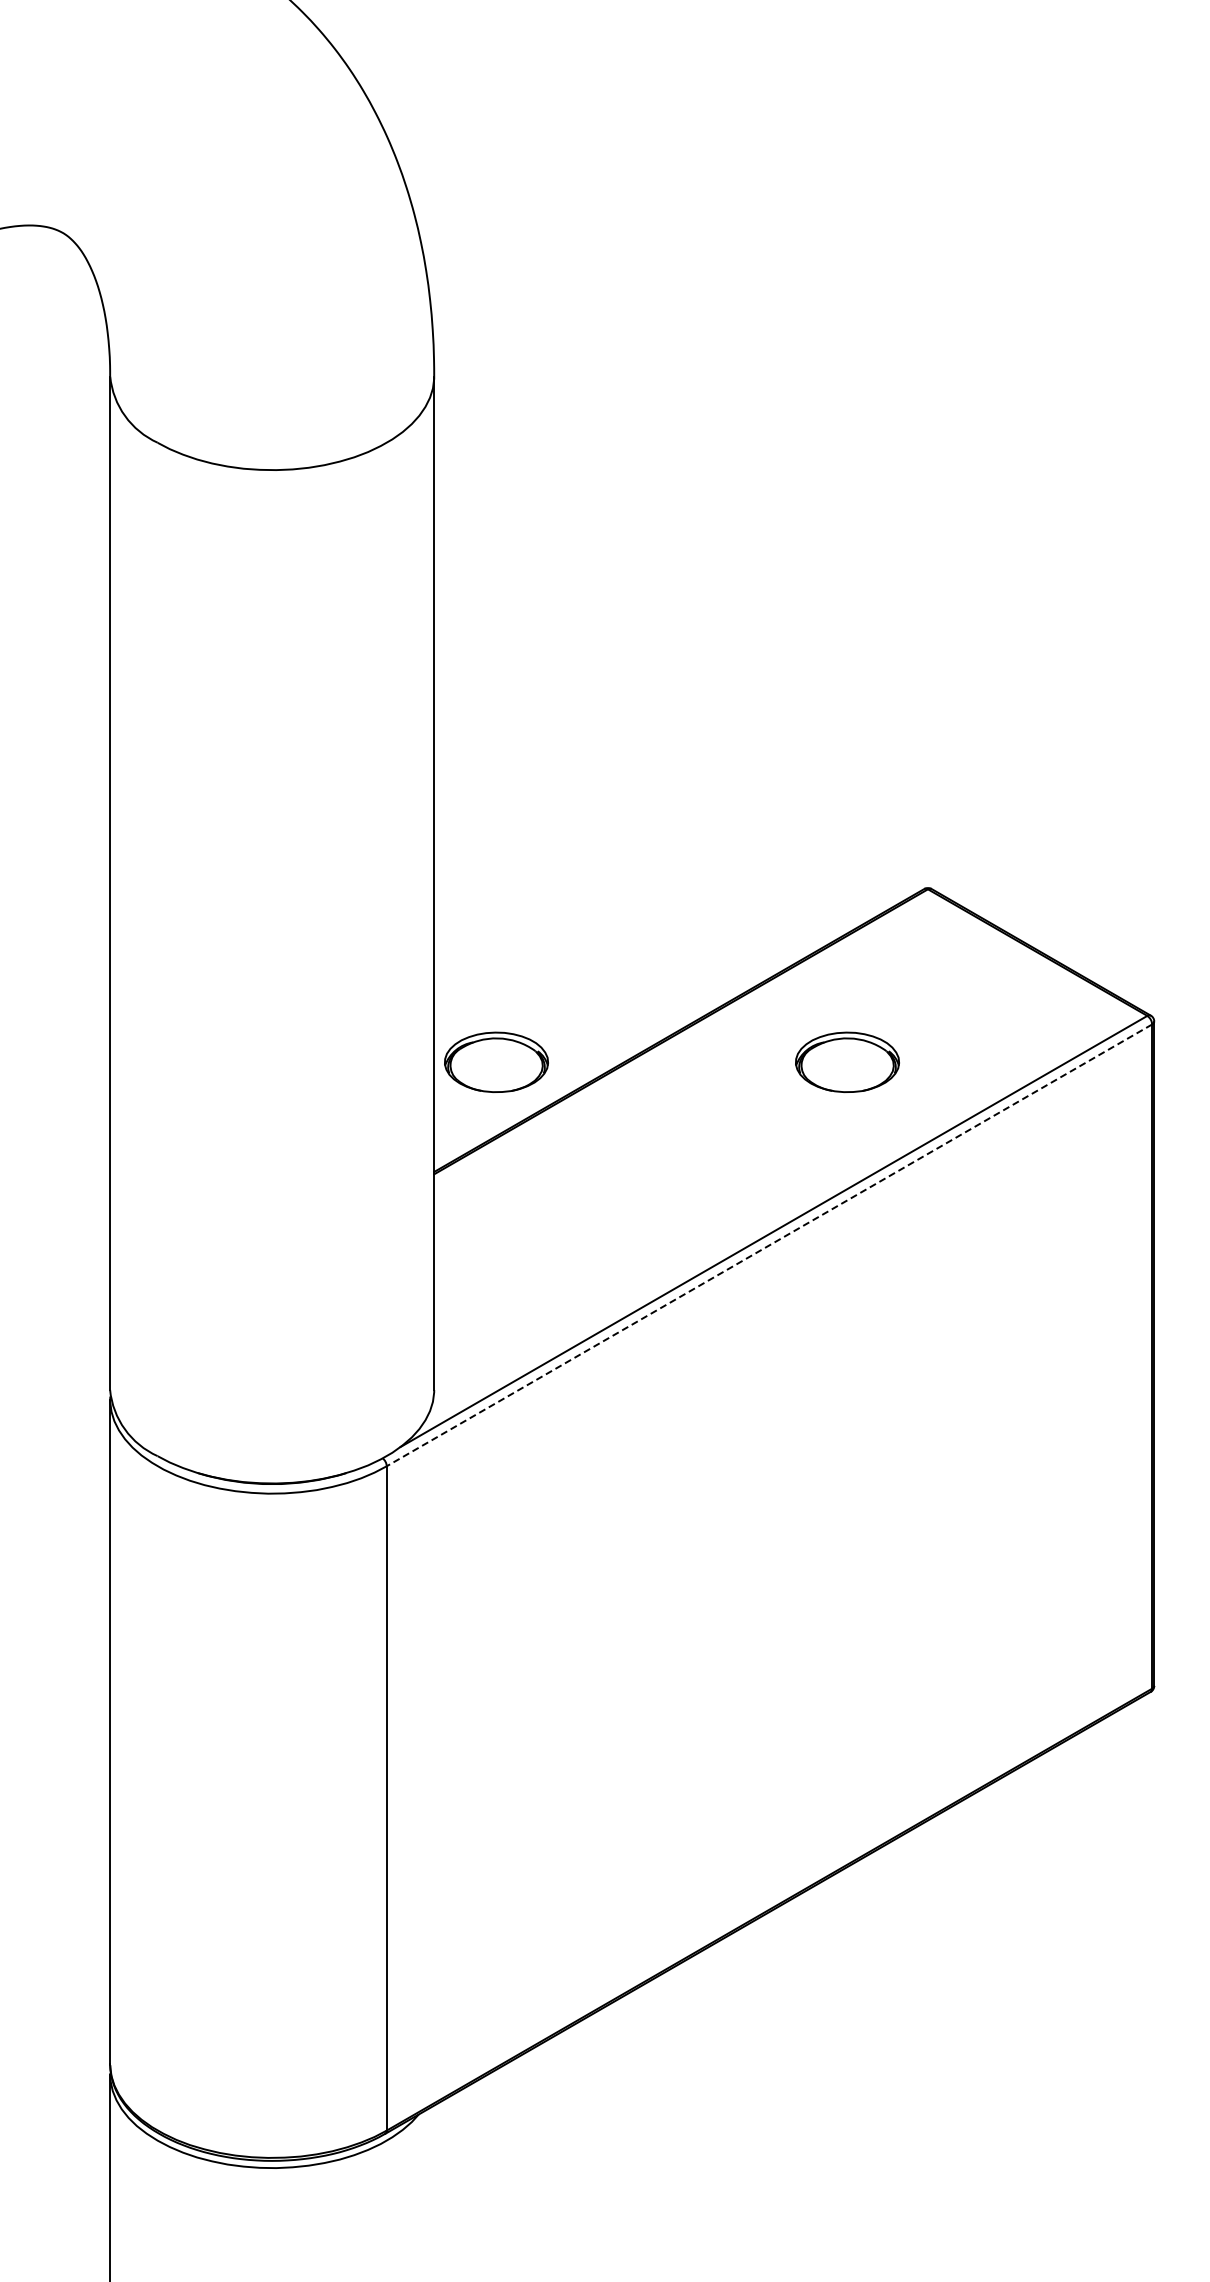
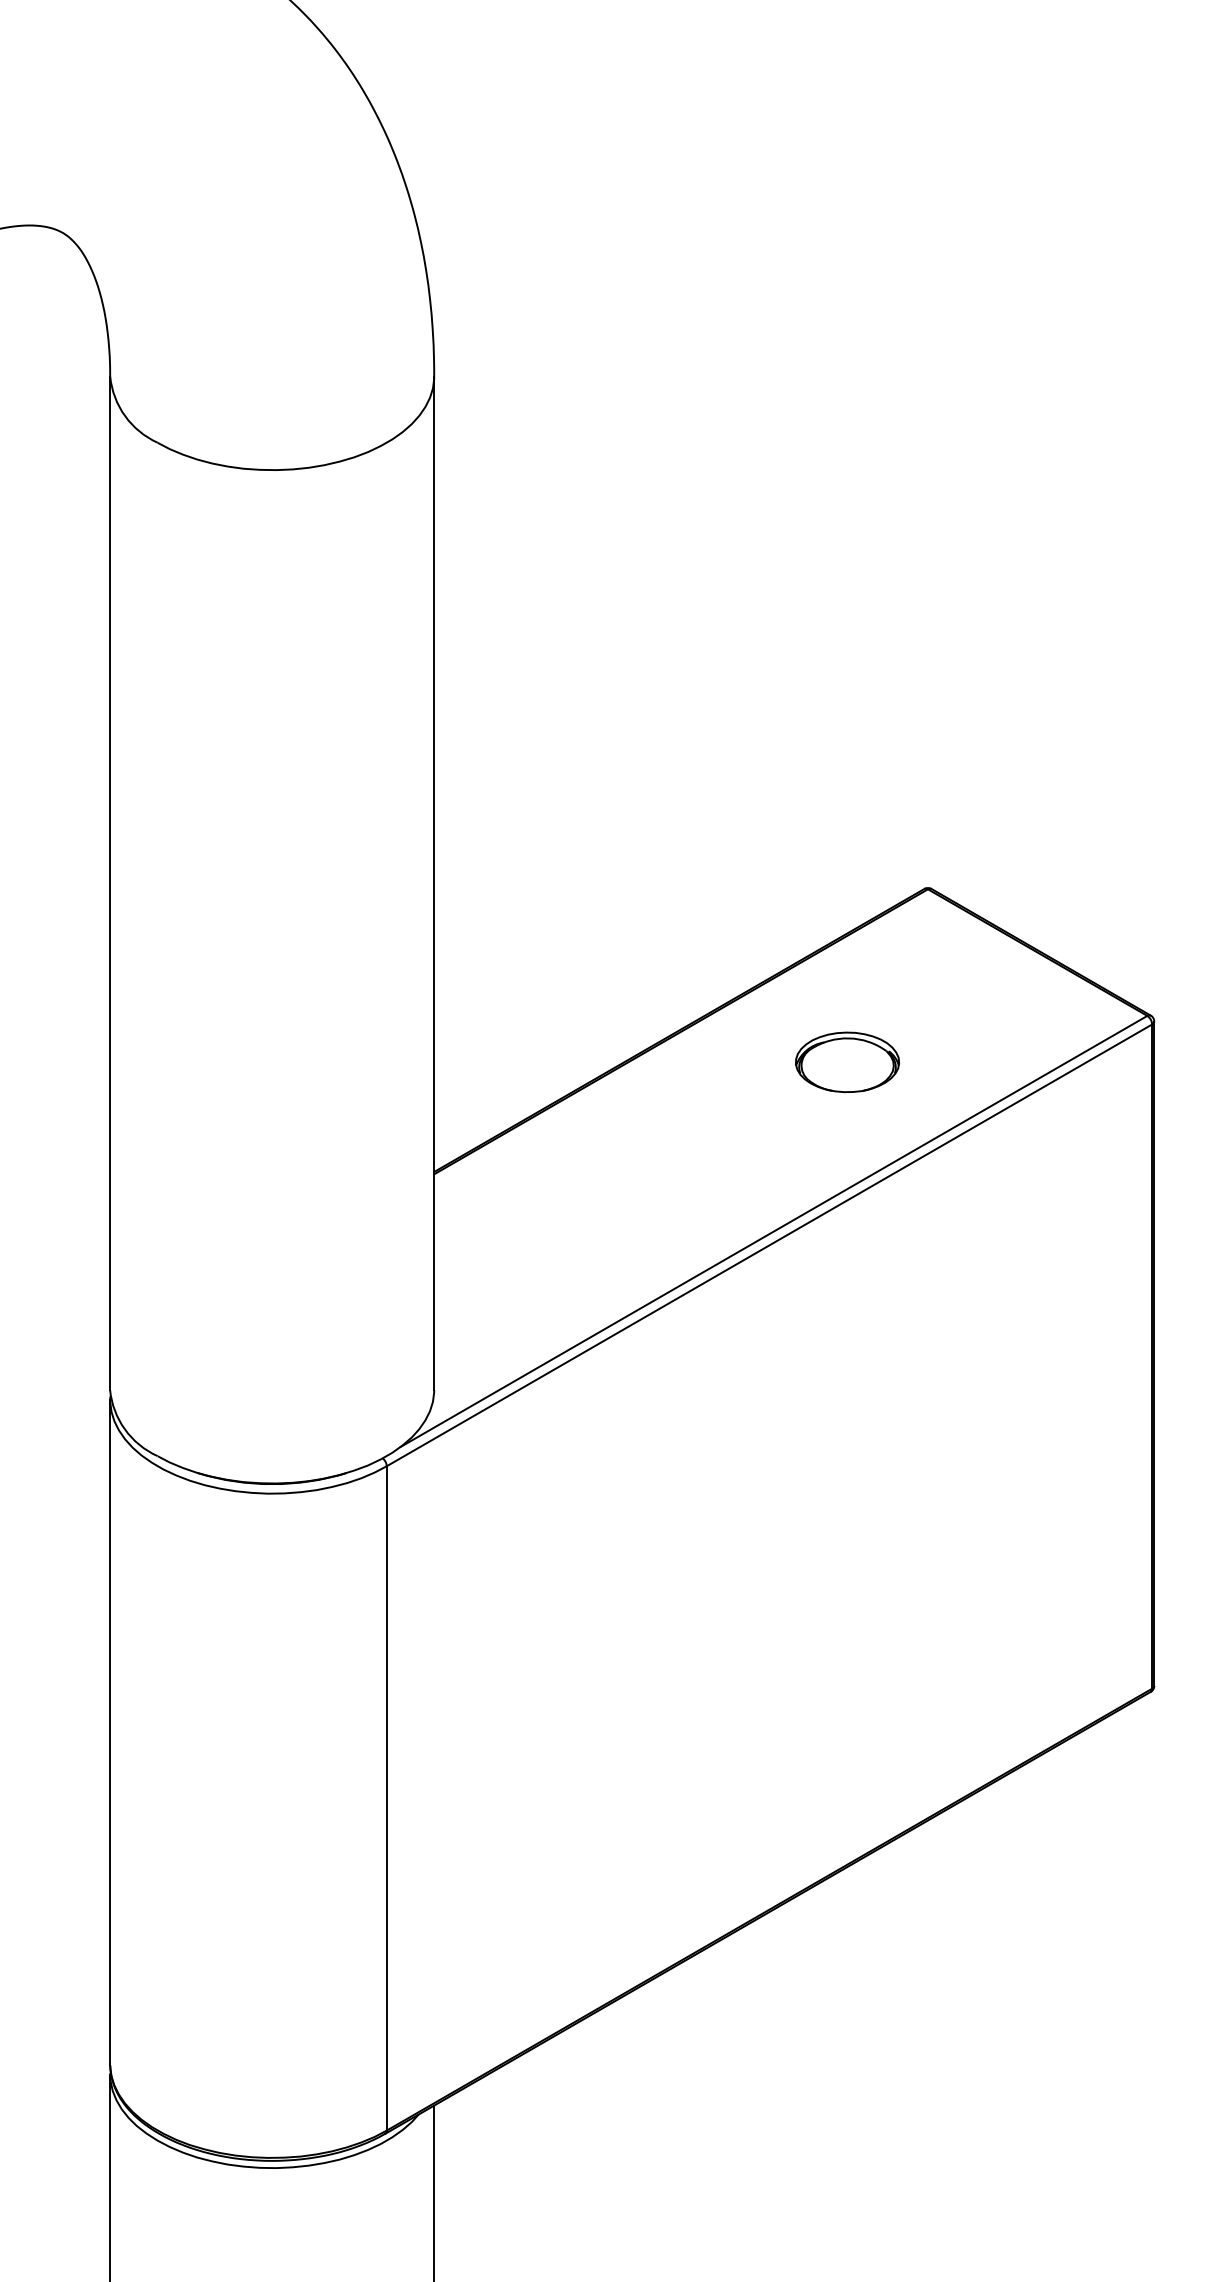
part at (496, 1061): present -> none
line at (769, 1245): dashed -> solid
line at (434, 2191): none -> present
